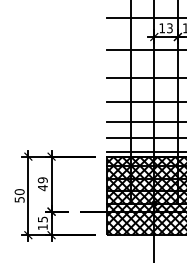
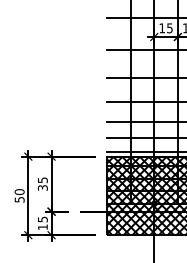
text at (169, 27): 13 -> 15
text at (42, 184): 49 -> 35
